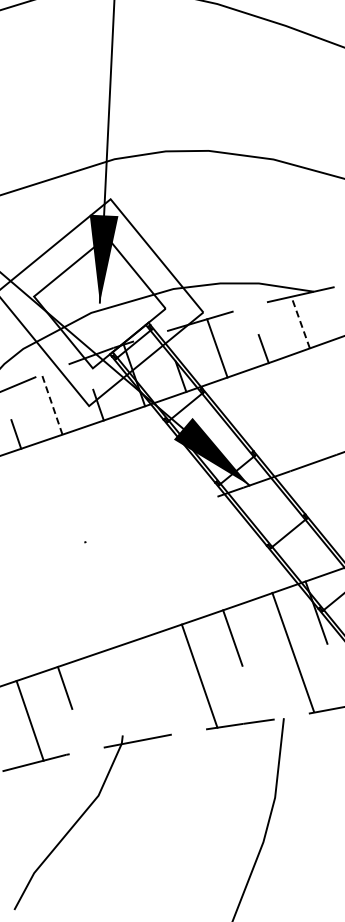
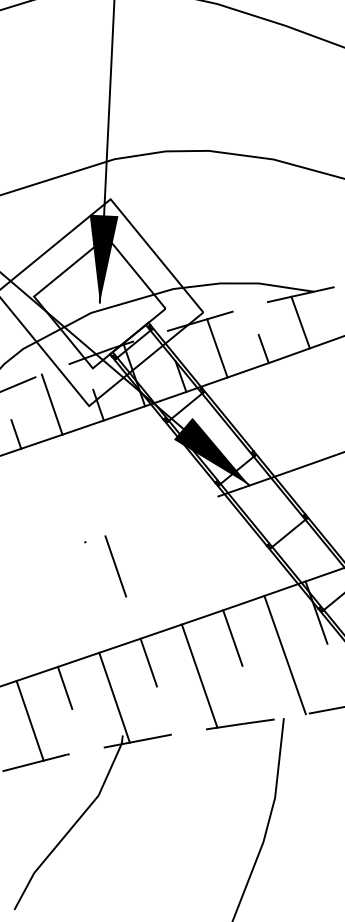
line at (300, 322): dashed -> solid
line at (52, 404): dashed -> solid
line at (115, 566): none -> present
line at (292, 651) position: (292, 651) -> (284, 654)
line at (148, 662): none -> present
line at (114, 697): none -> present
